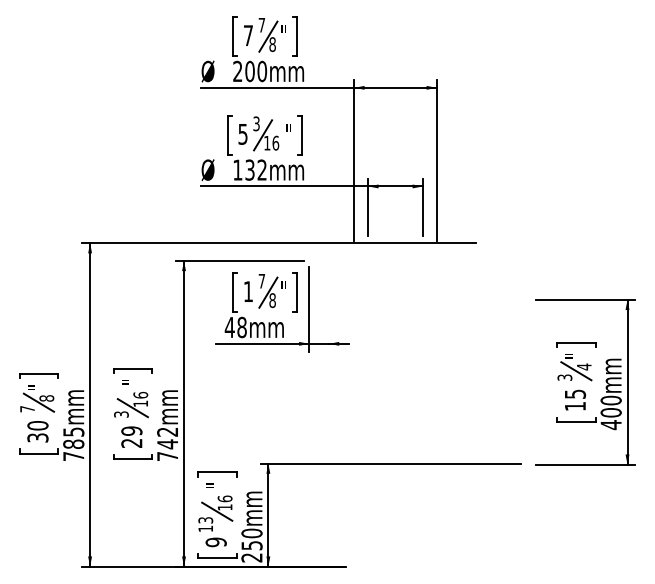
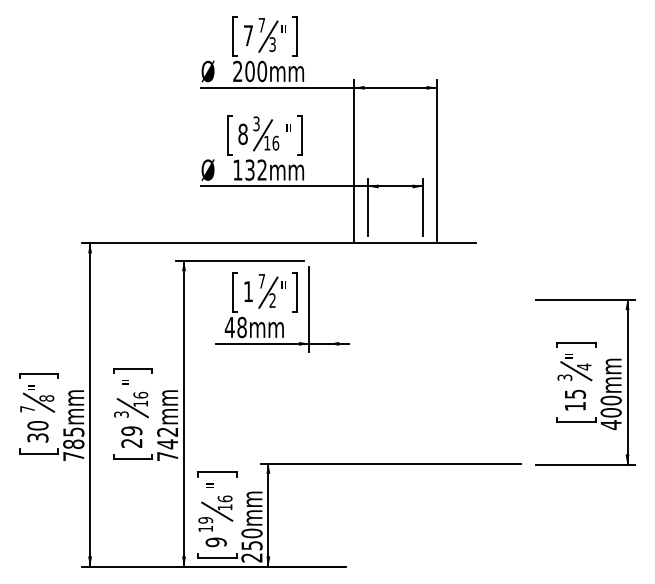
text at (272, 44): 8 -> 3
text at (242, 133): 5 -> 8
text at (272, 300): 8 -> 2
text at (205, 520): 13 -> 19
